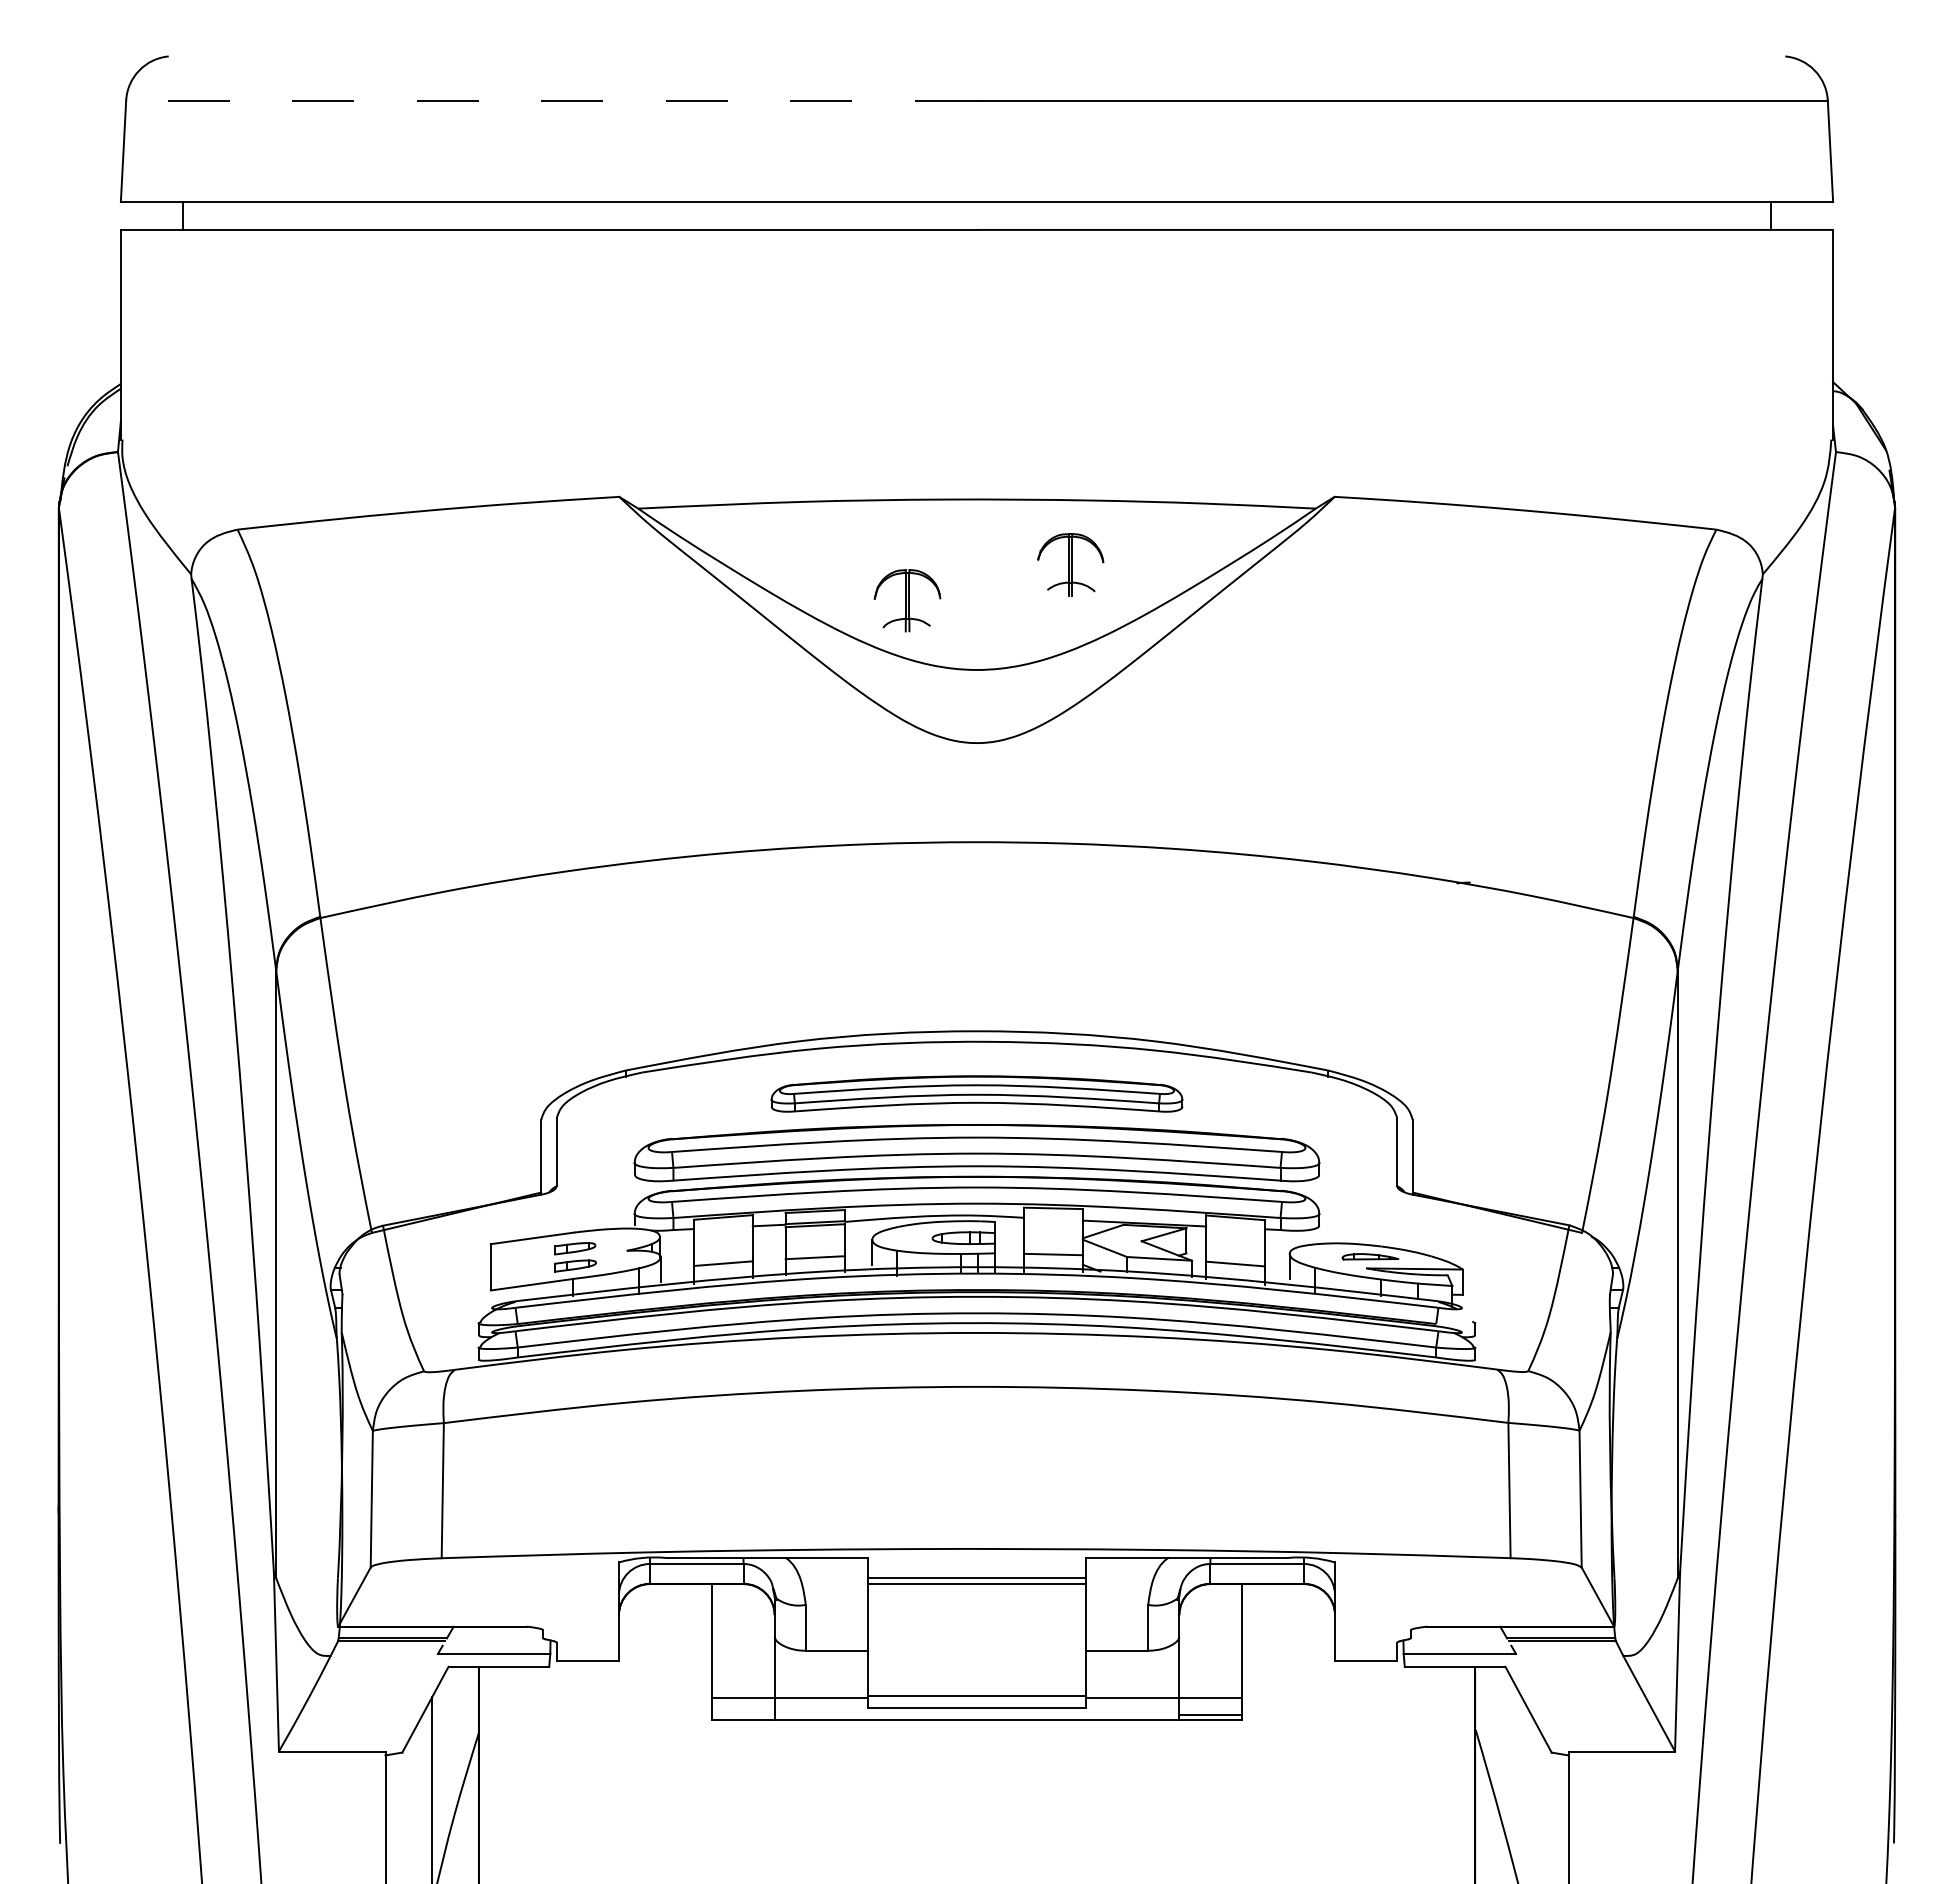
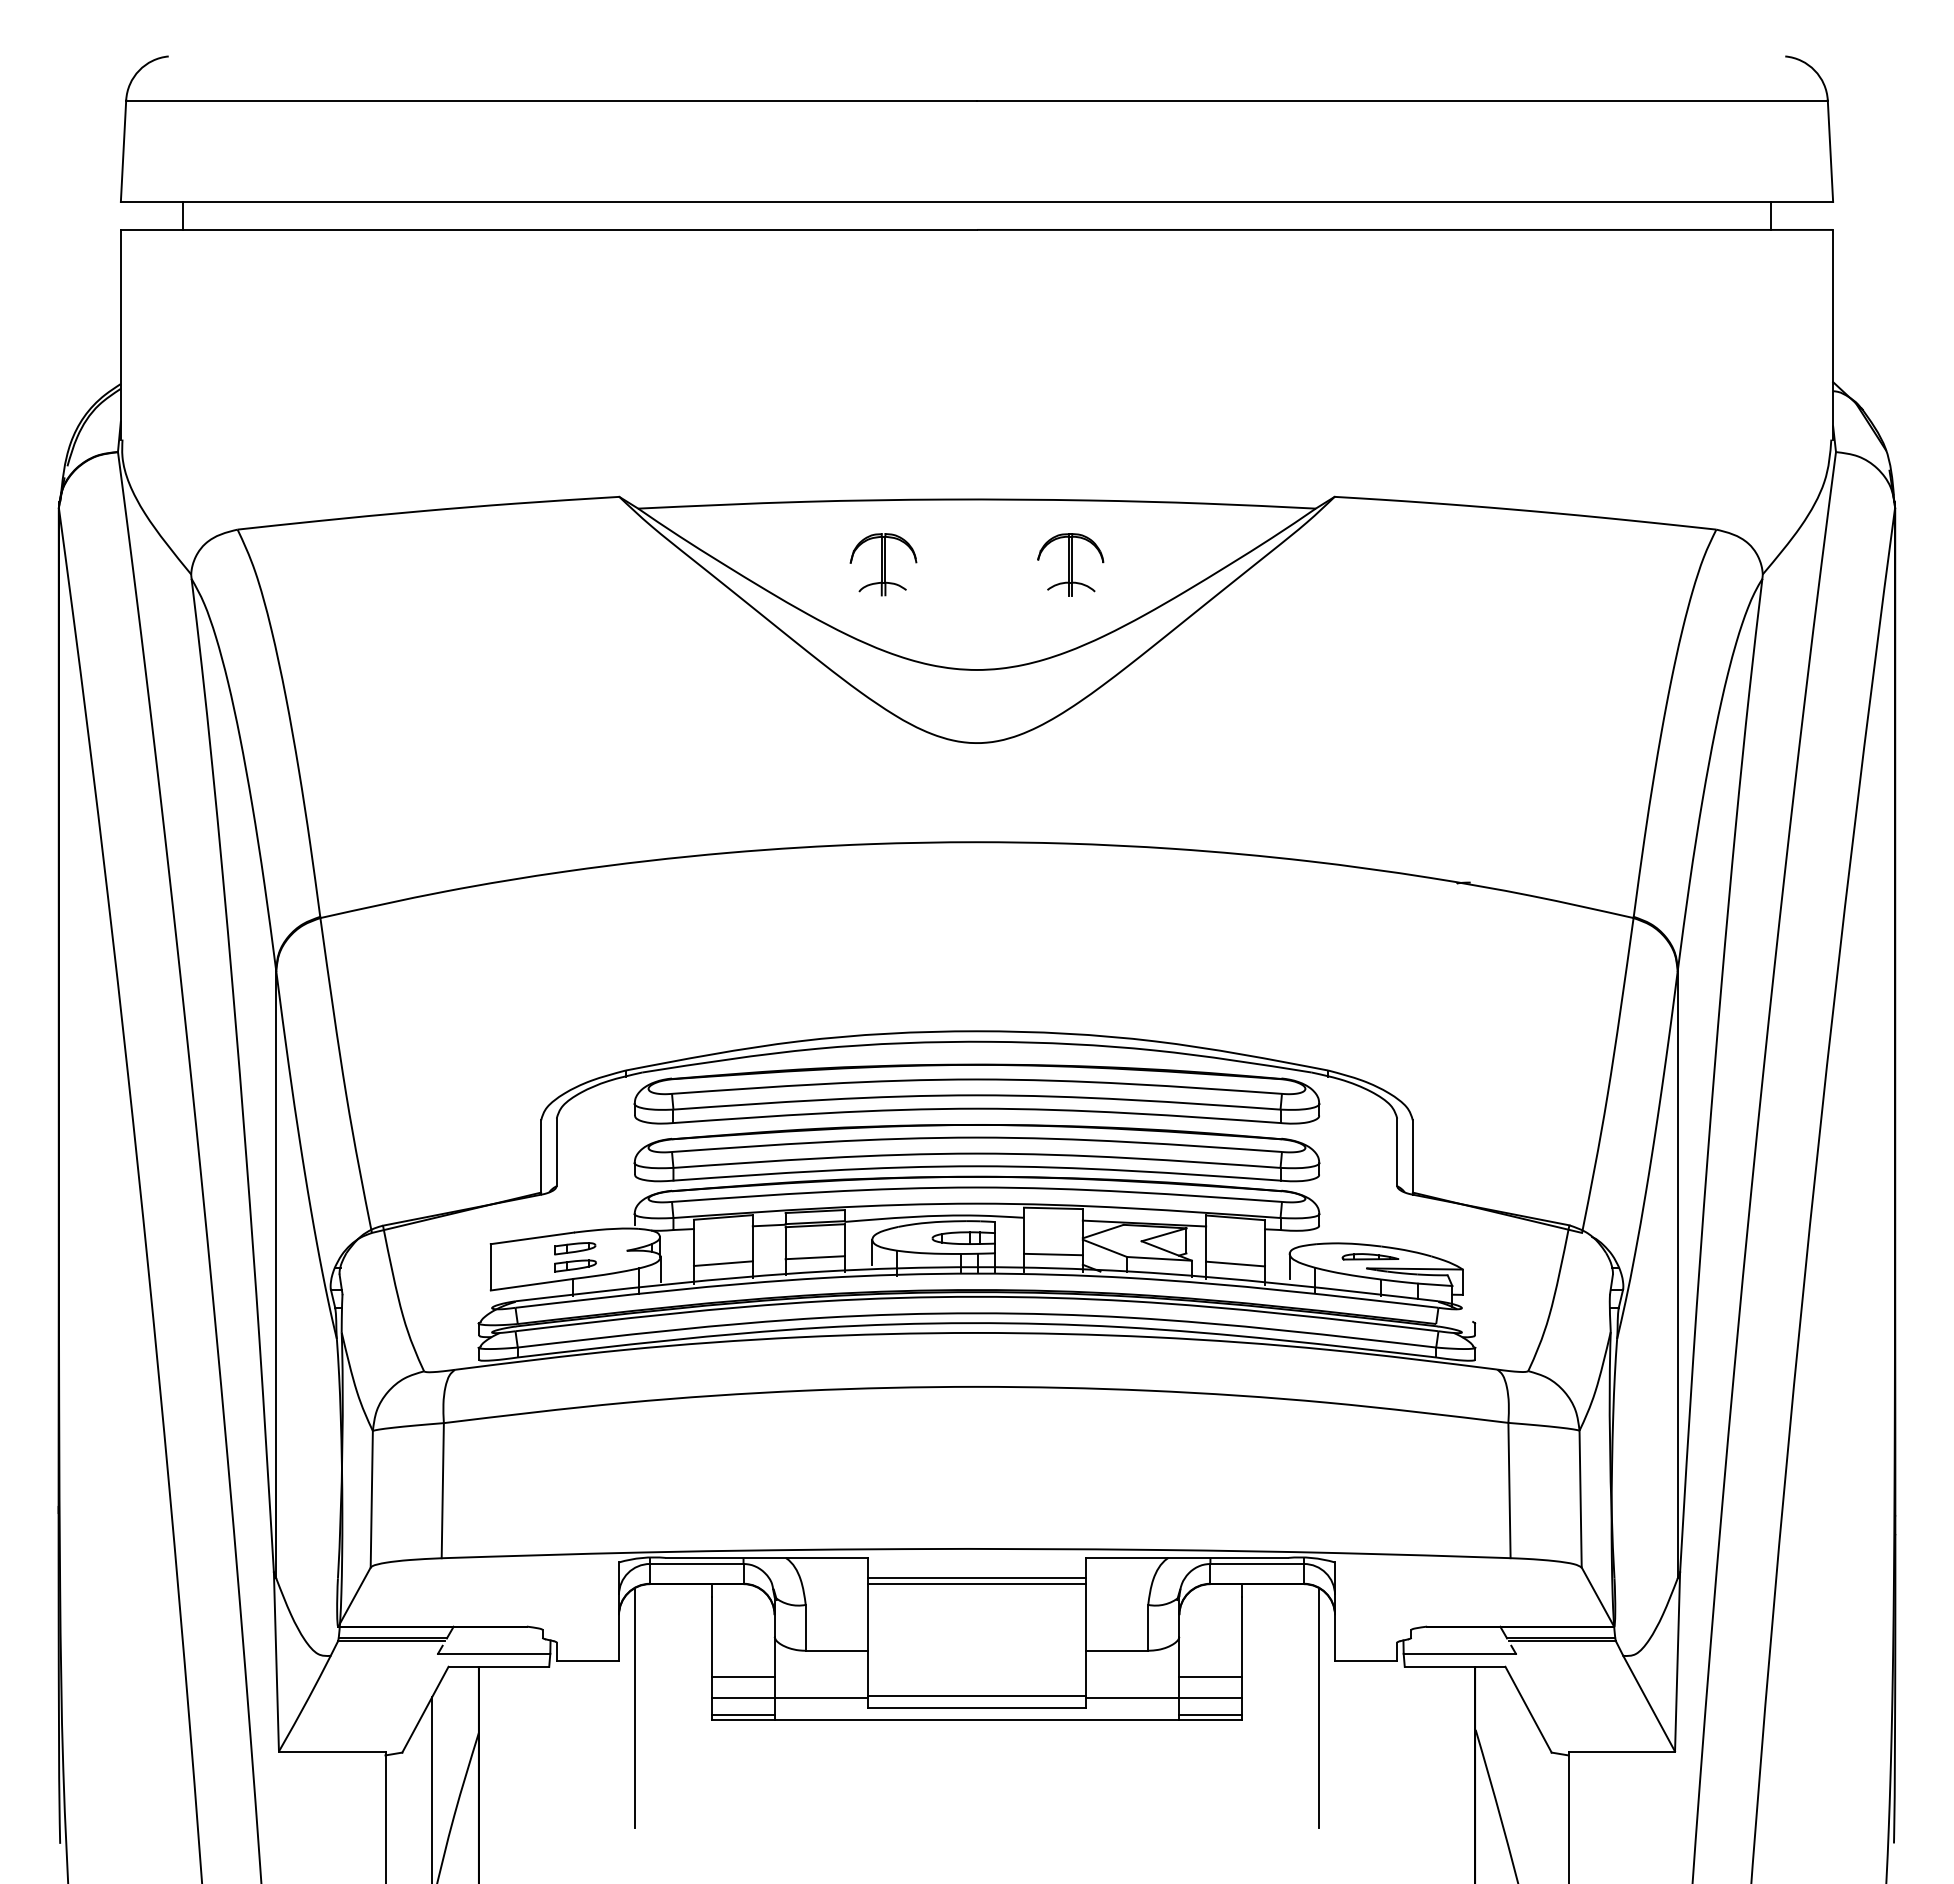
line at (551, 100): dashed -> solid
part at (907, 600) position: (907, 600) -> (883, 564)
part at (976, 1093) size: 414x38 px -> 688x62 px
line at (743, 1676): none -> present
line at (1210, 1676): none -> present
line at (1319, 1707): none -> present
line at (634, 1708): none -> present
line at (743, 1715): none -> present
